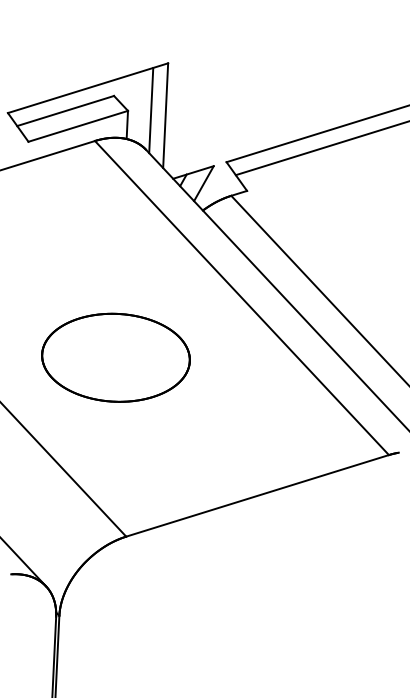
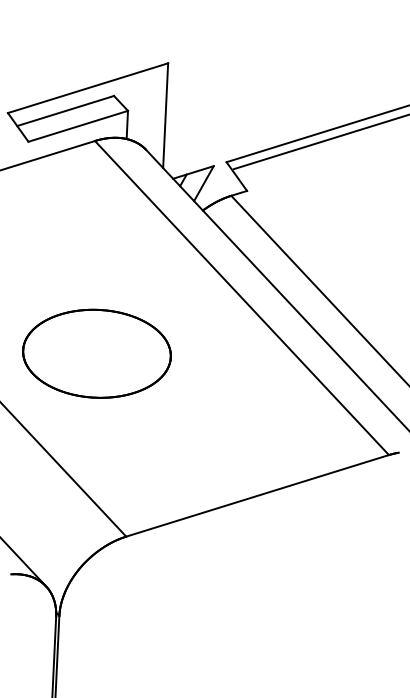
line at (151, 110): present -> none
line at (320, 148) position: (320, 148) -> (319, 142)
part at (115, 357) position: (115, 357) -> (96, 353)
